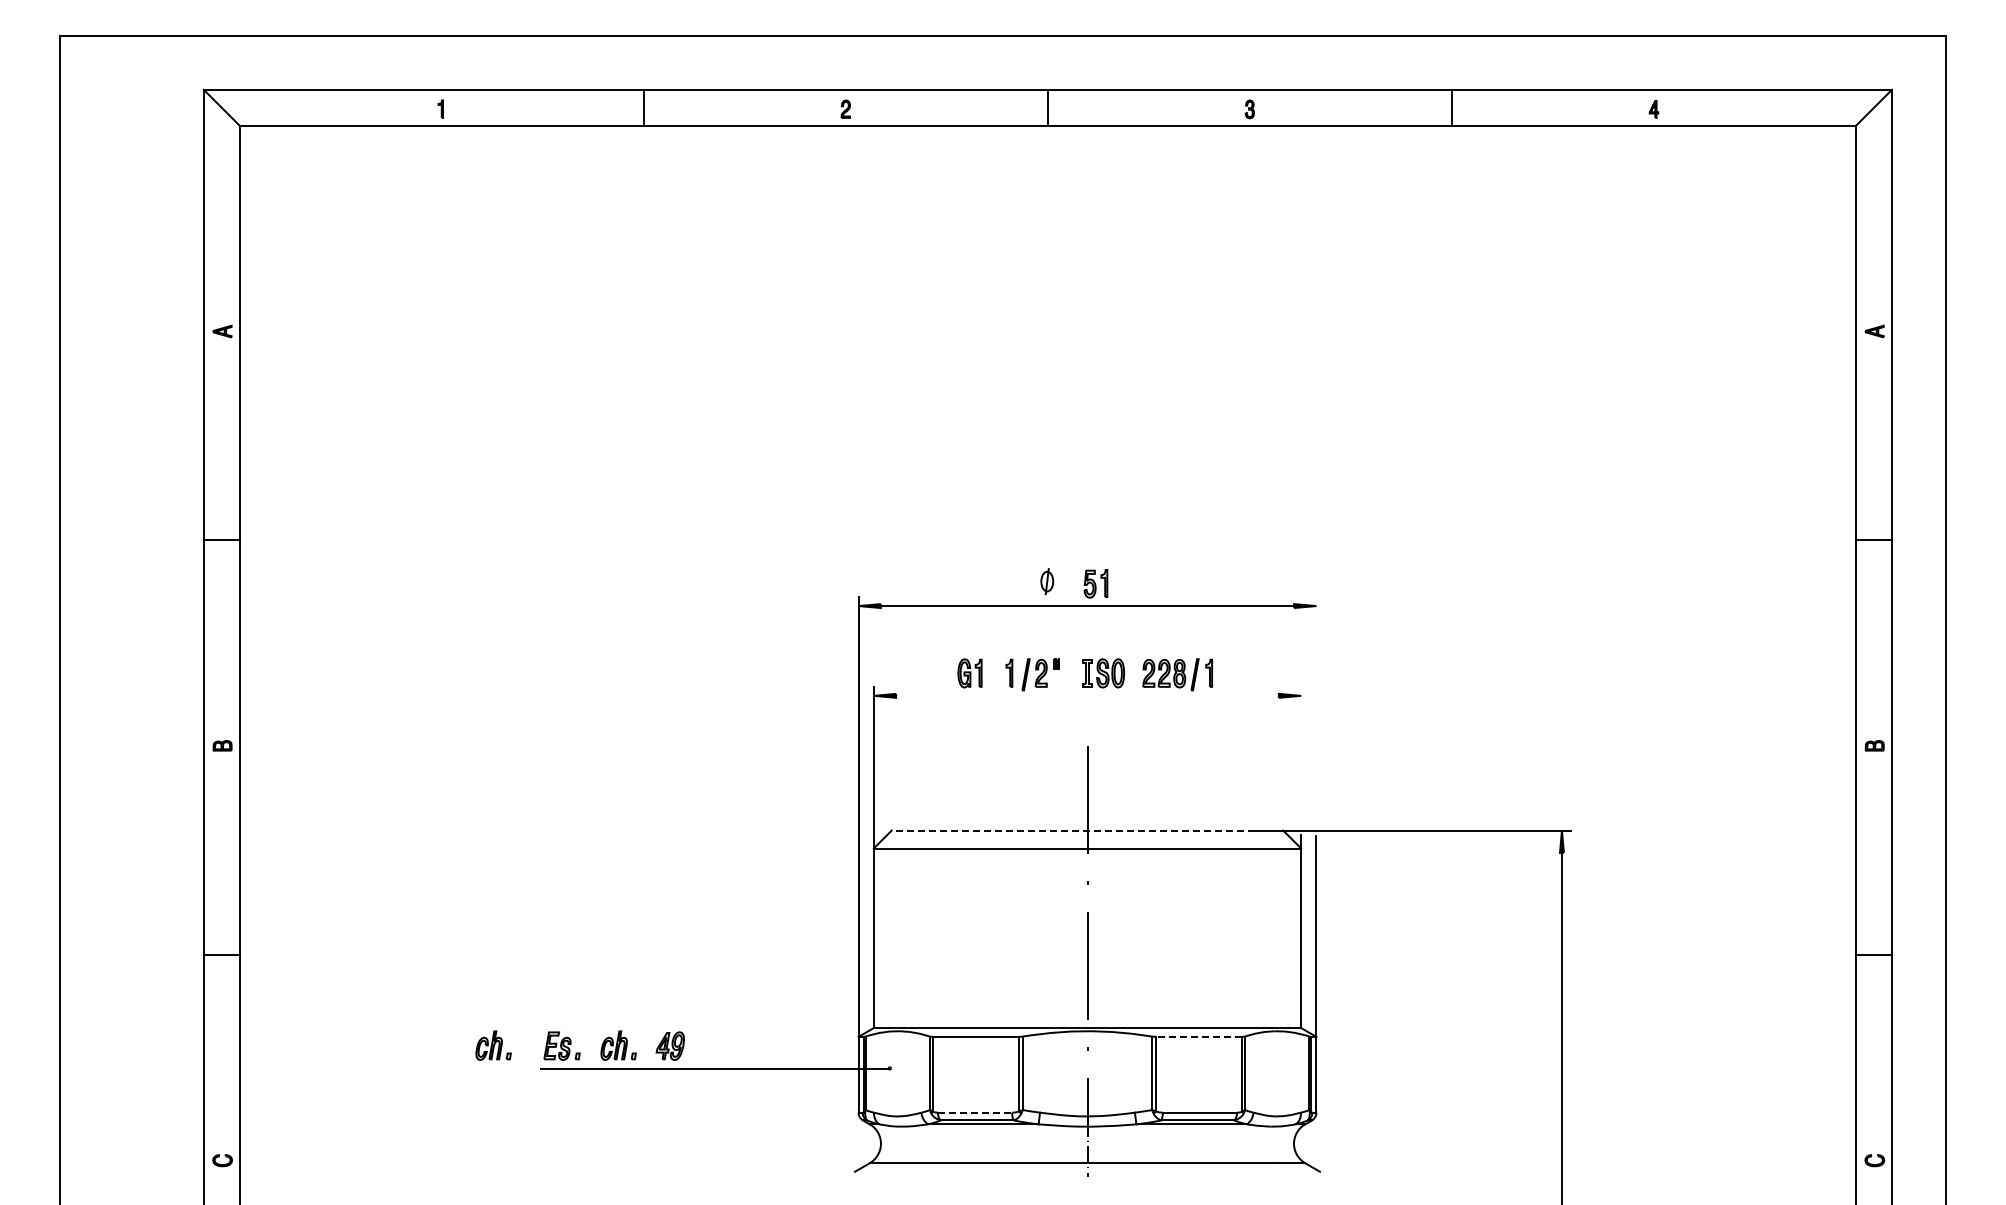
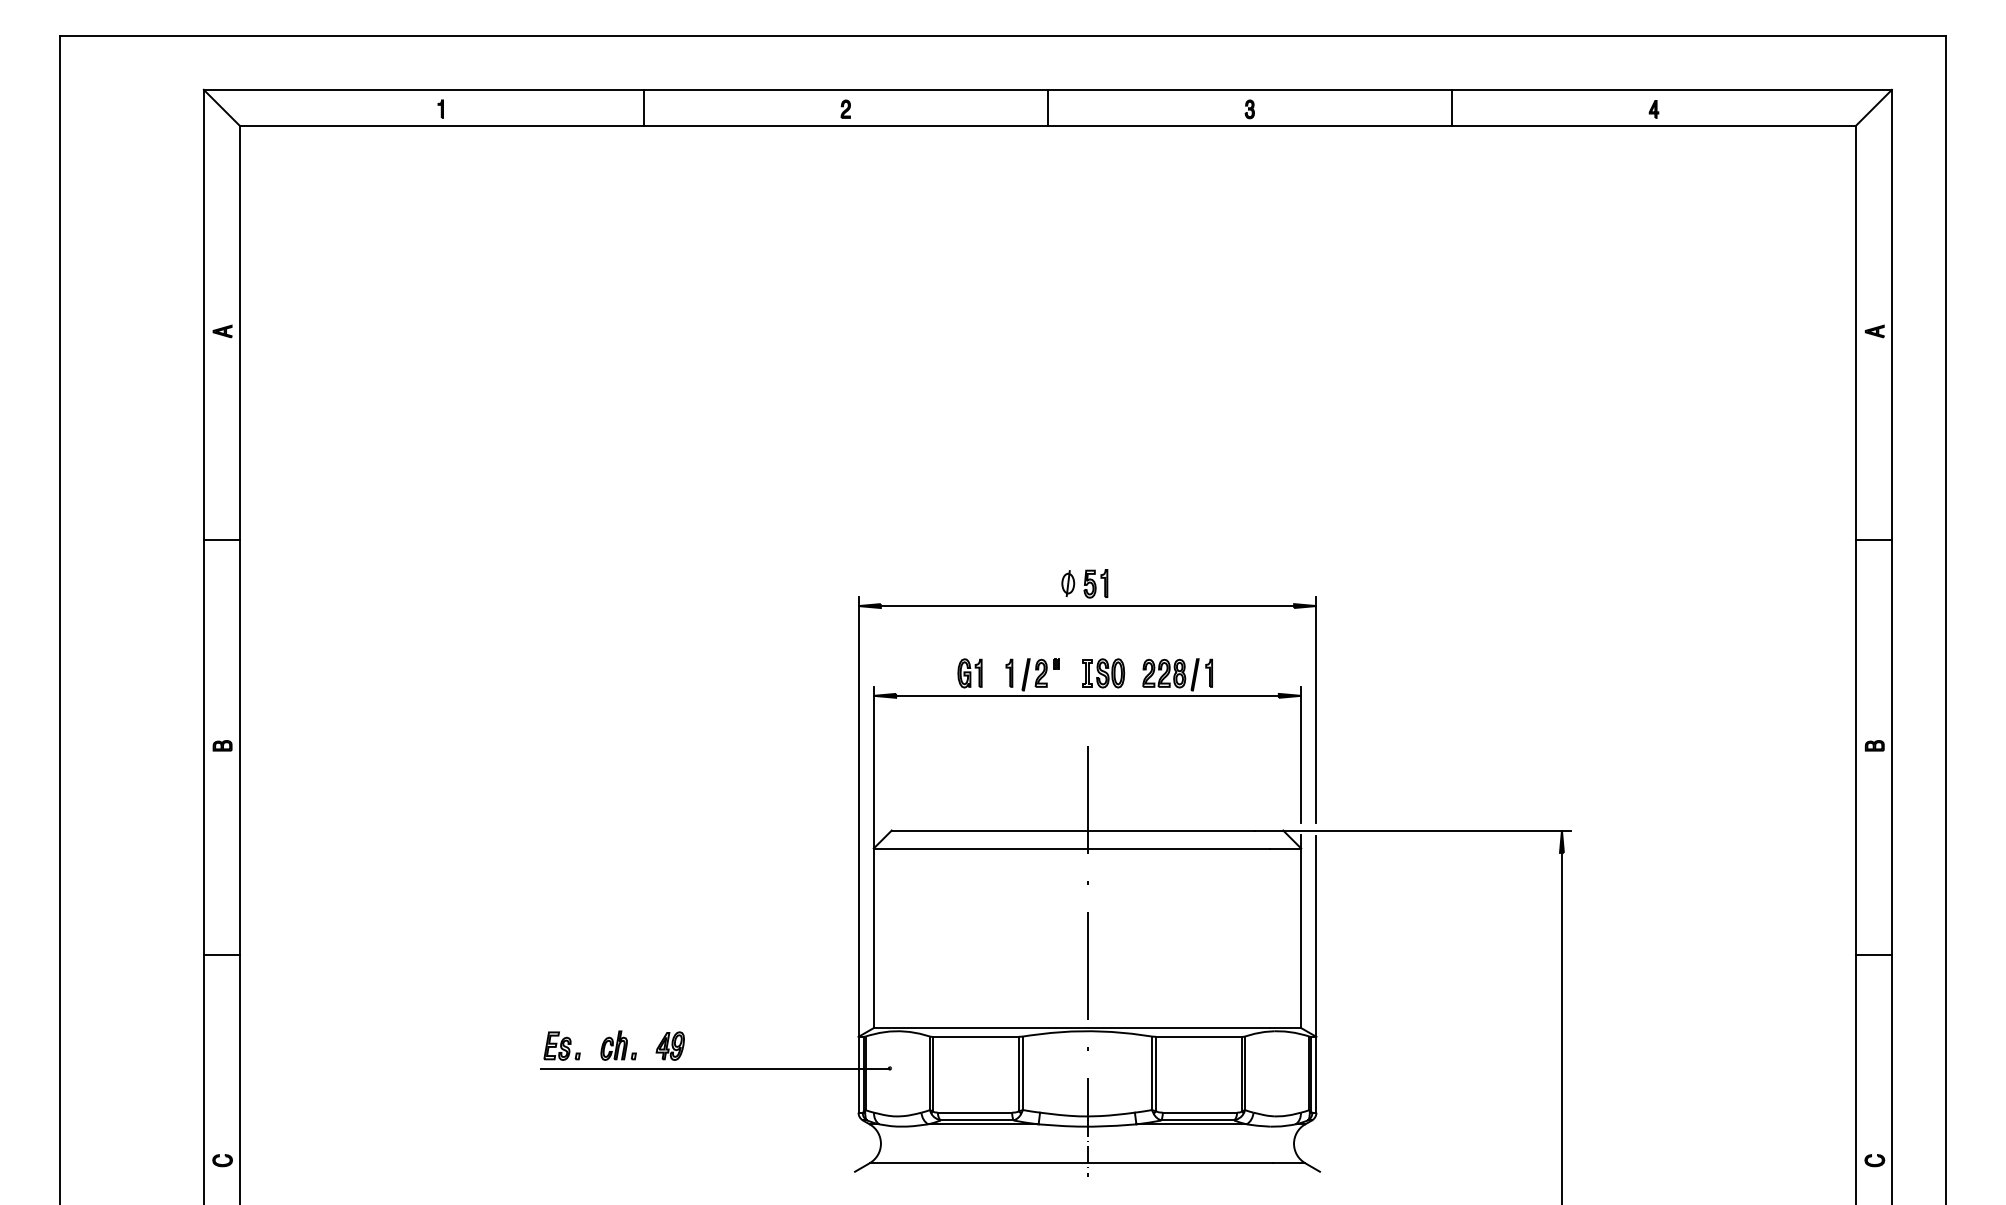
part at (1047, 581) position: (1047, 581) -> (1068, 583)
line at (1087, 695): none -> present
line at (1316, 709): none -> present
line at (1301, 754): none -> present
line at (1072, 830): dashed -> solid
line at (1198, 1036): dashed -> solid
part at (493, 1045): present -> none
line at (975, 1112): dashed -> solid
